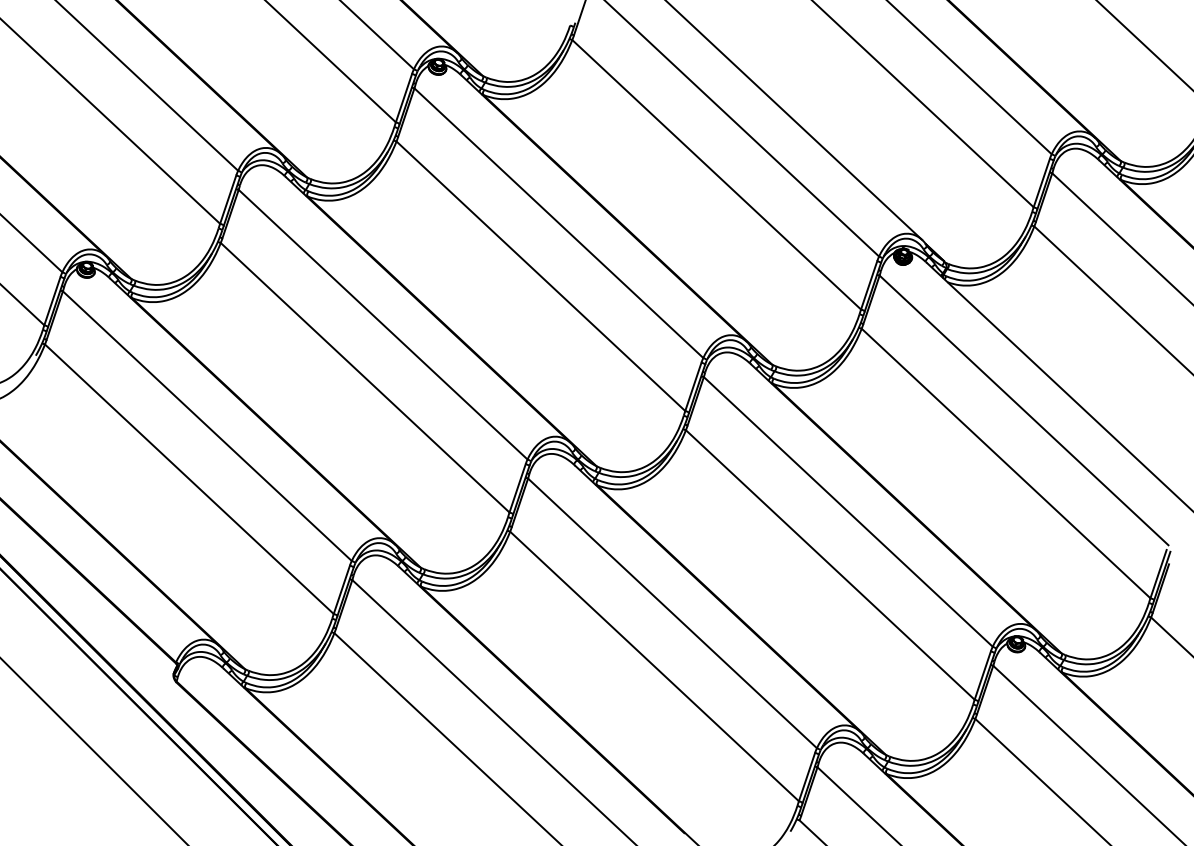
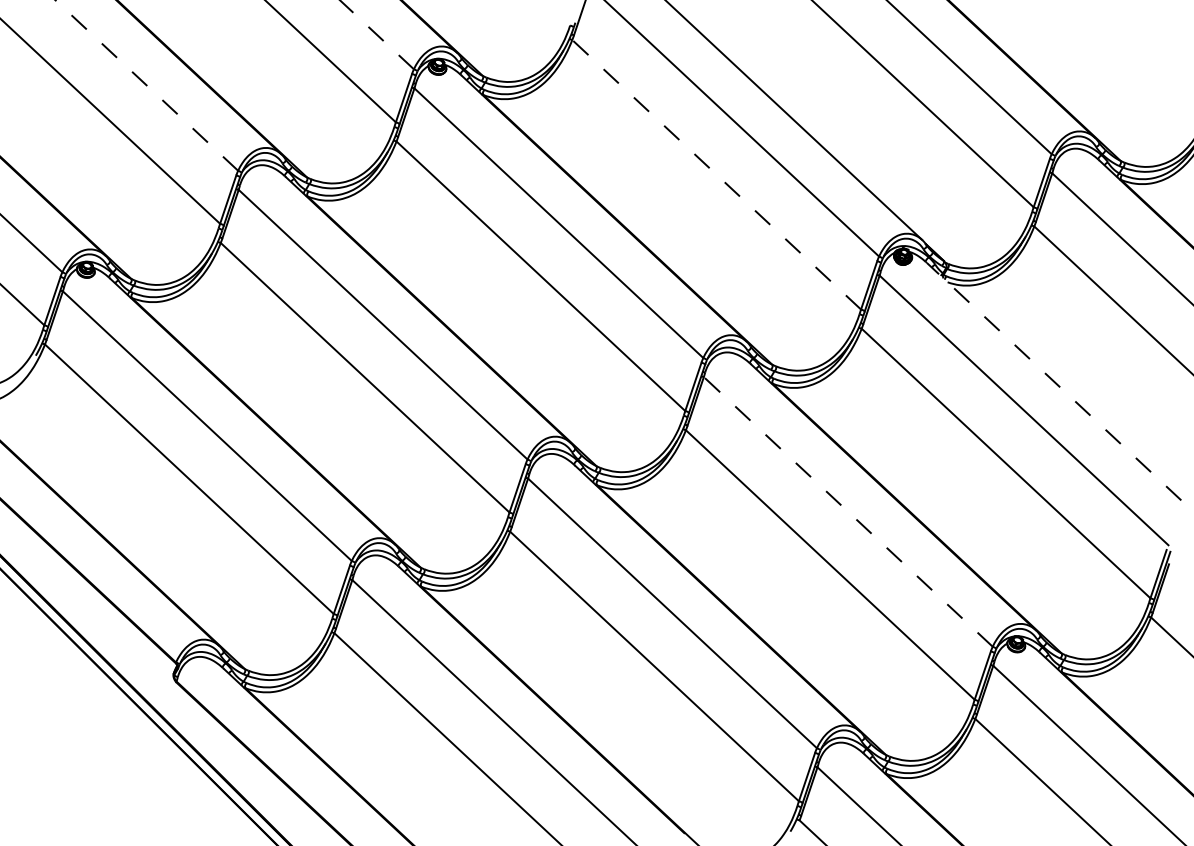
line at (376, 34): solid -> dashed
line at (1144, 45): present -> none
line at (146, 85): solid -> dashed
line at (716, 174): solid -> dashed
line at (1059, 387): solid -> dashed
line at (848, 511): solid -> dashed
line at (93, 750): present -> none
